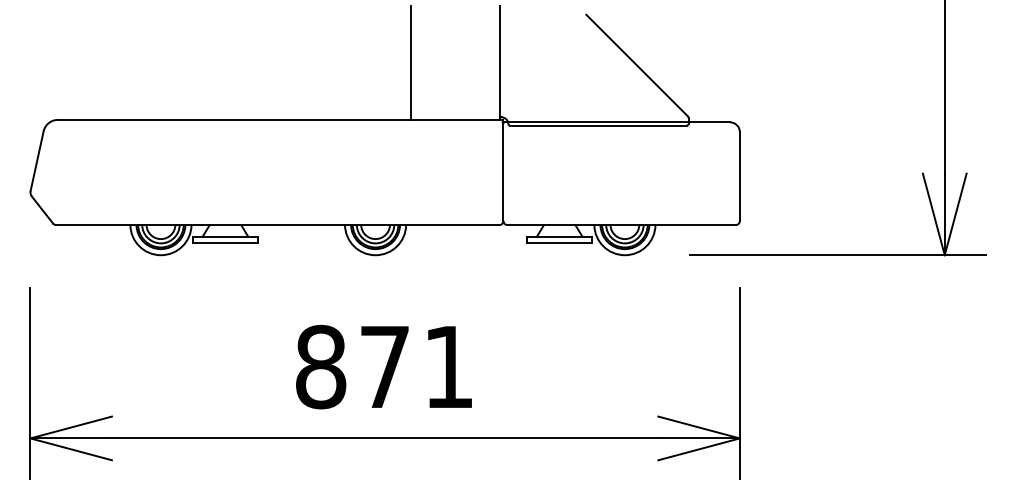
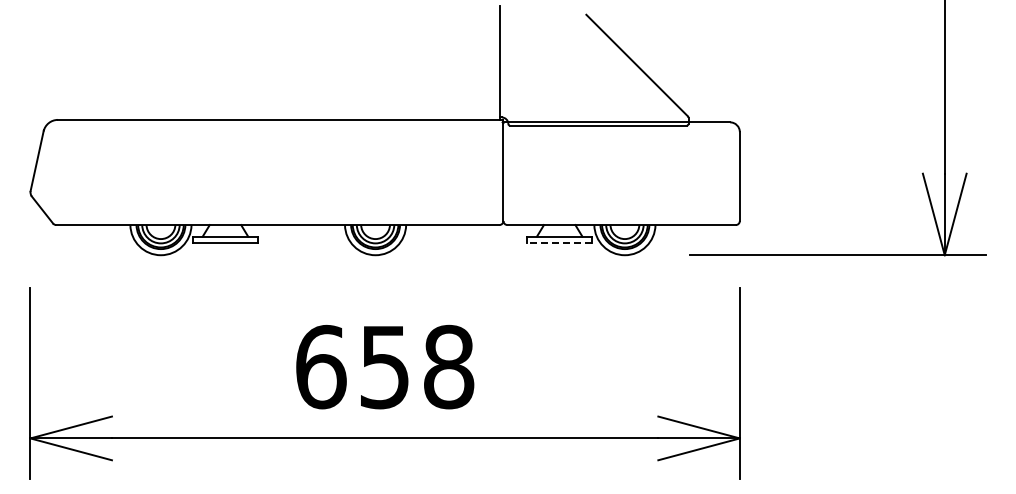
line at (410, 62): present -> none
line at (559, 243): solid -> dashed
text at (385, 366): 871 -> 658
